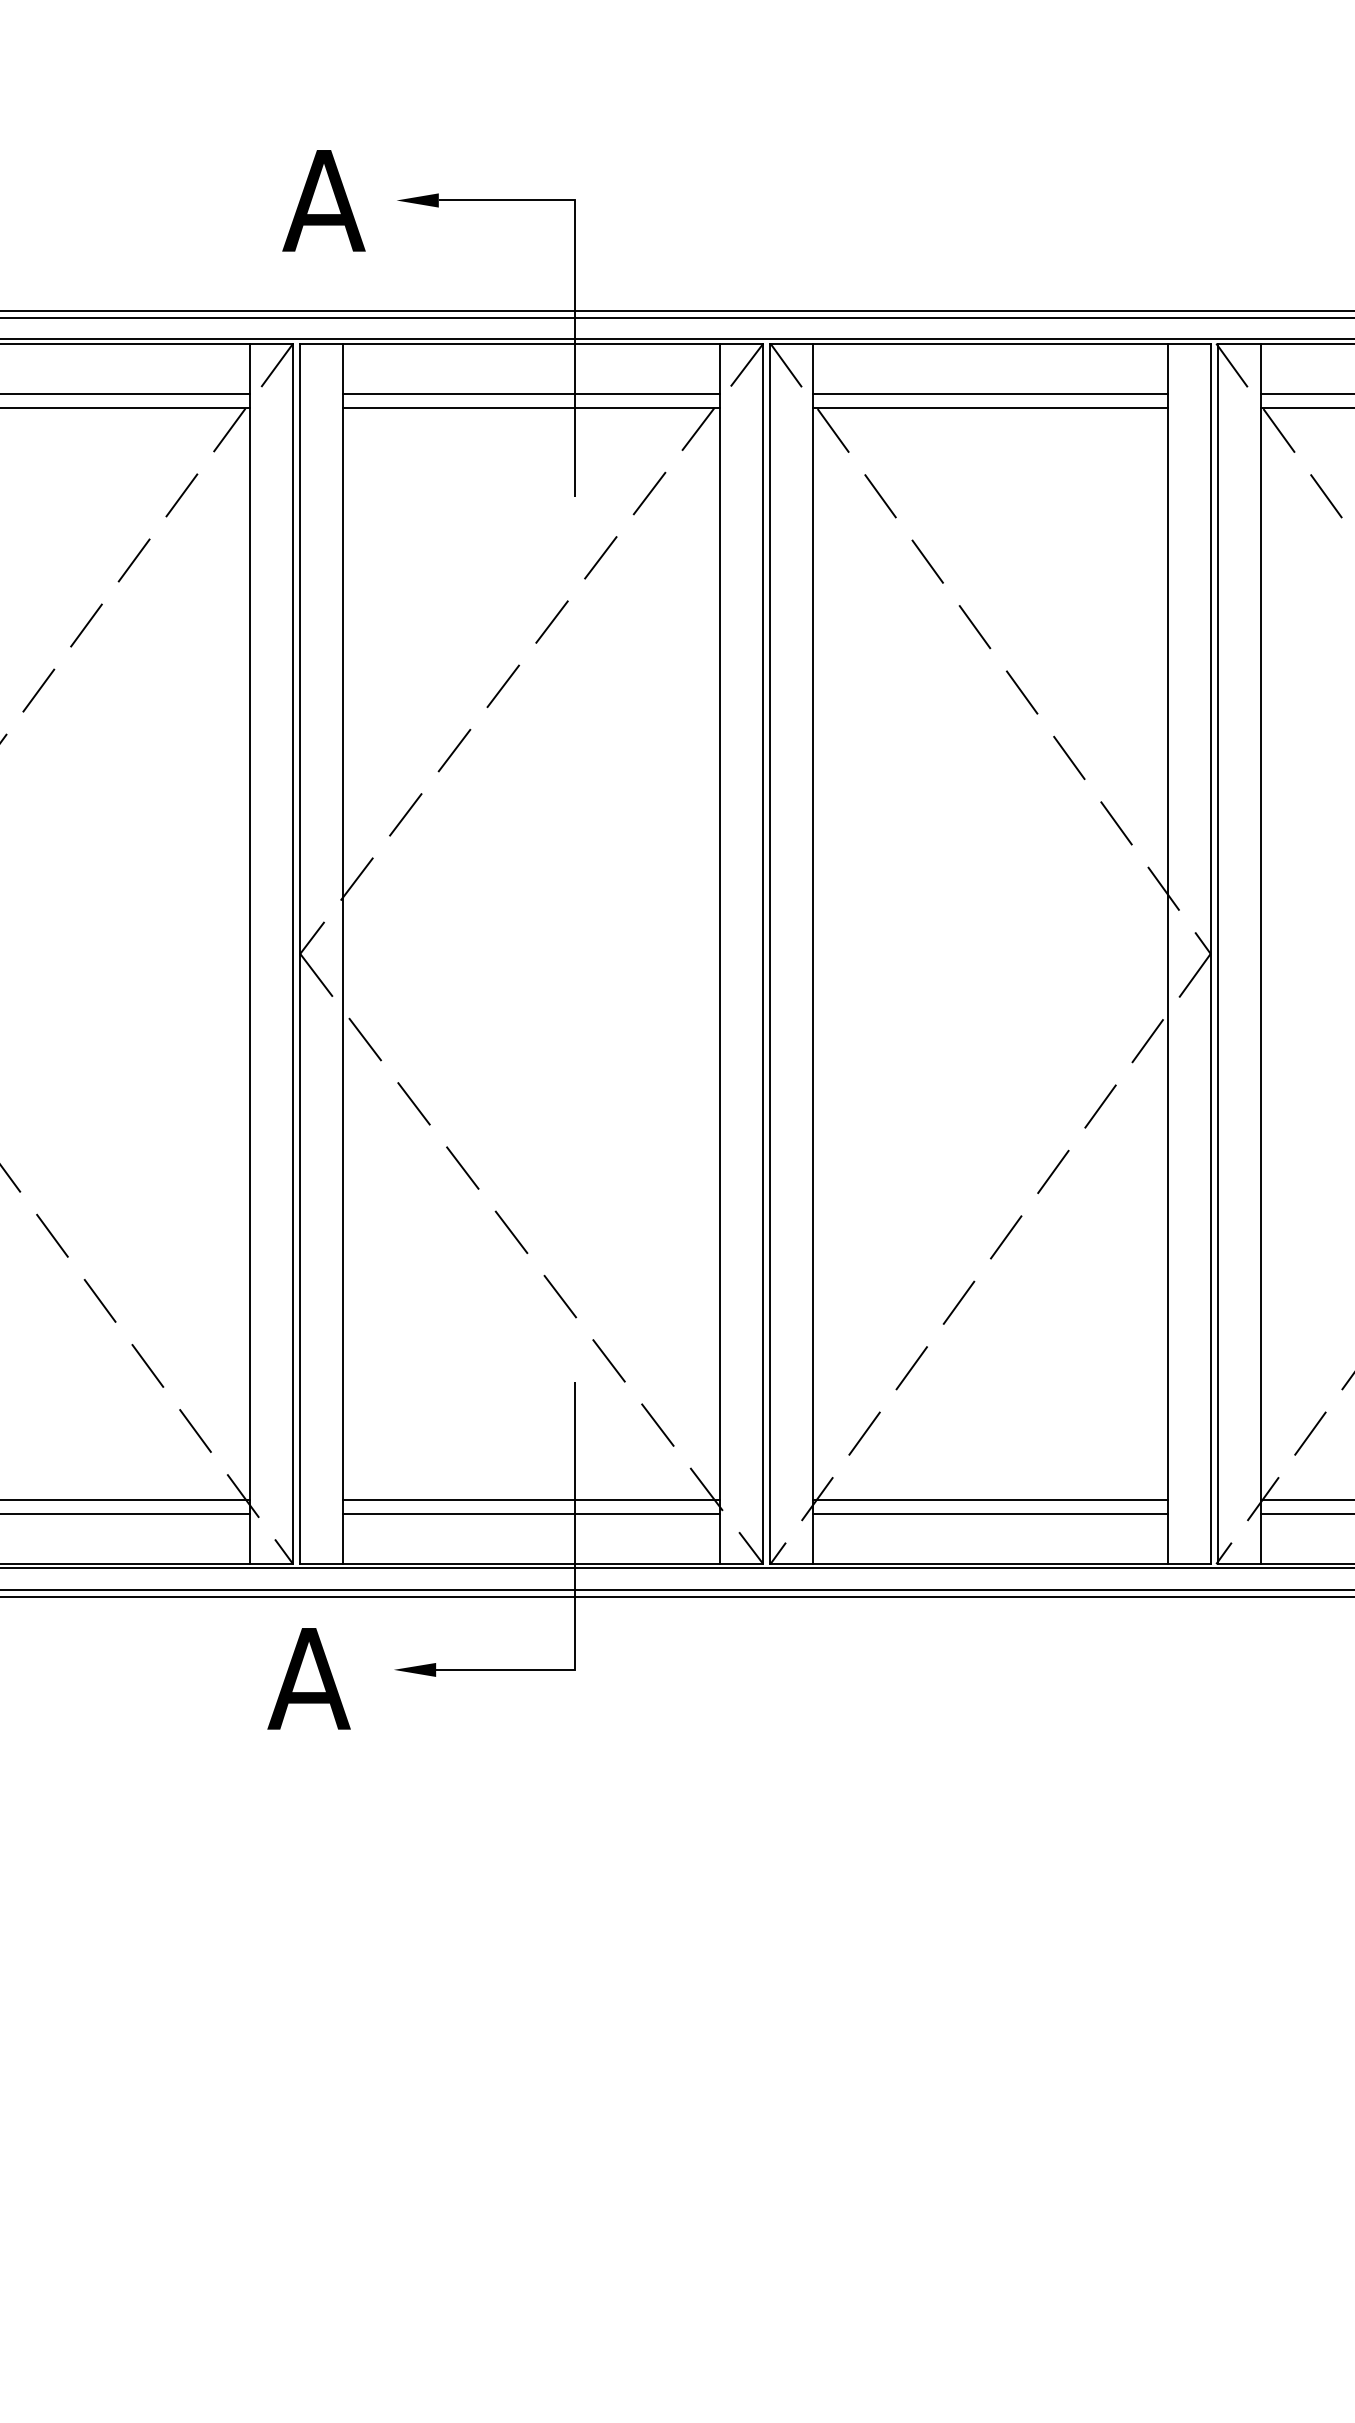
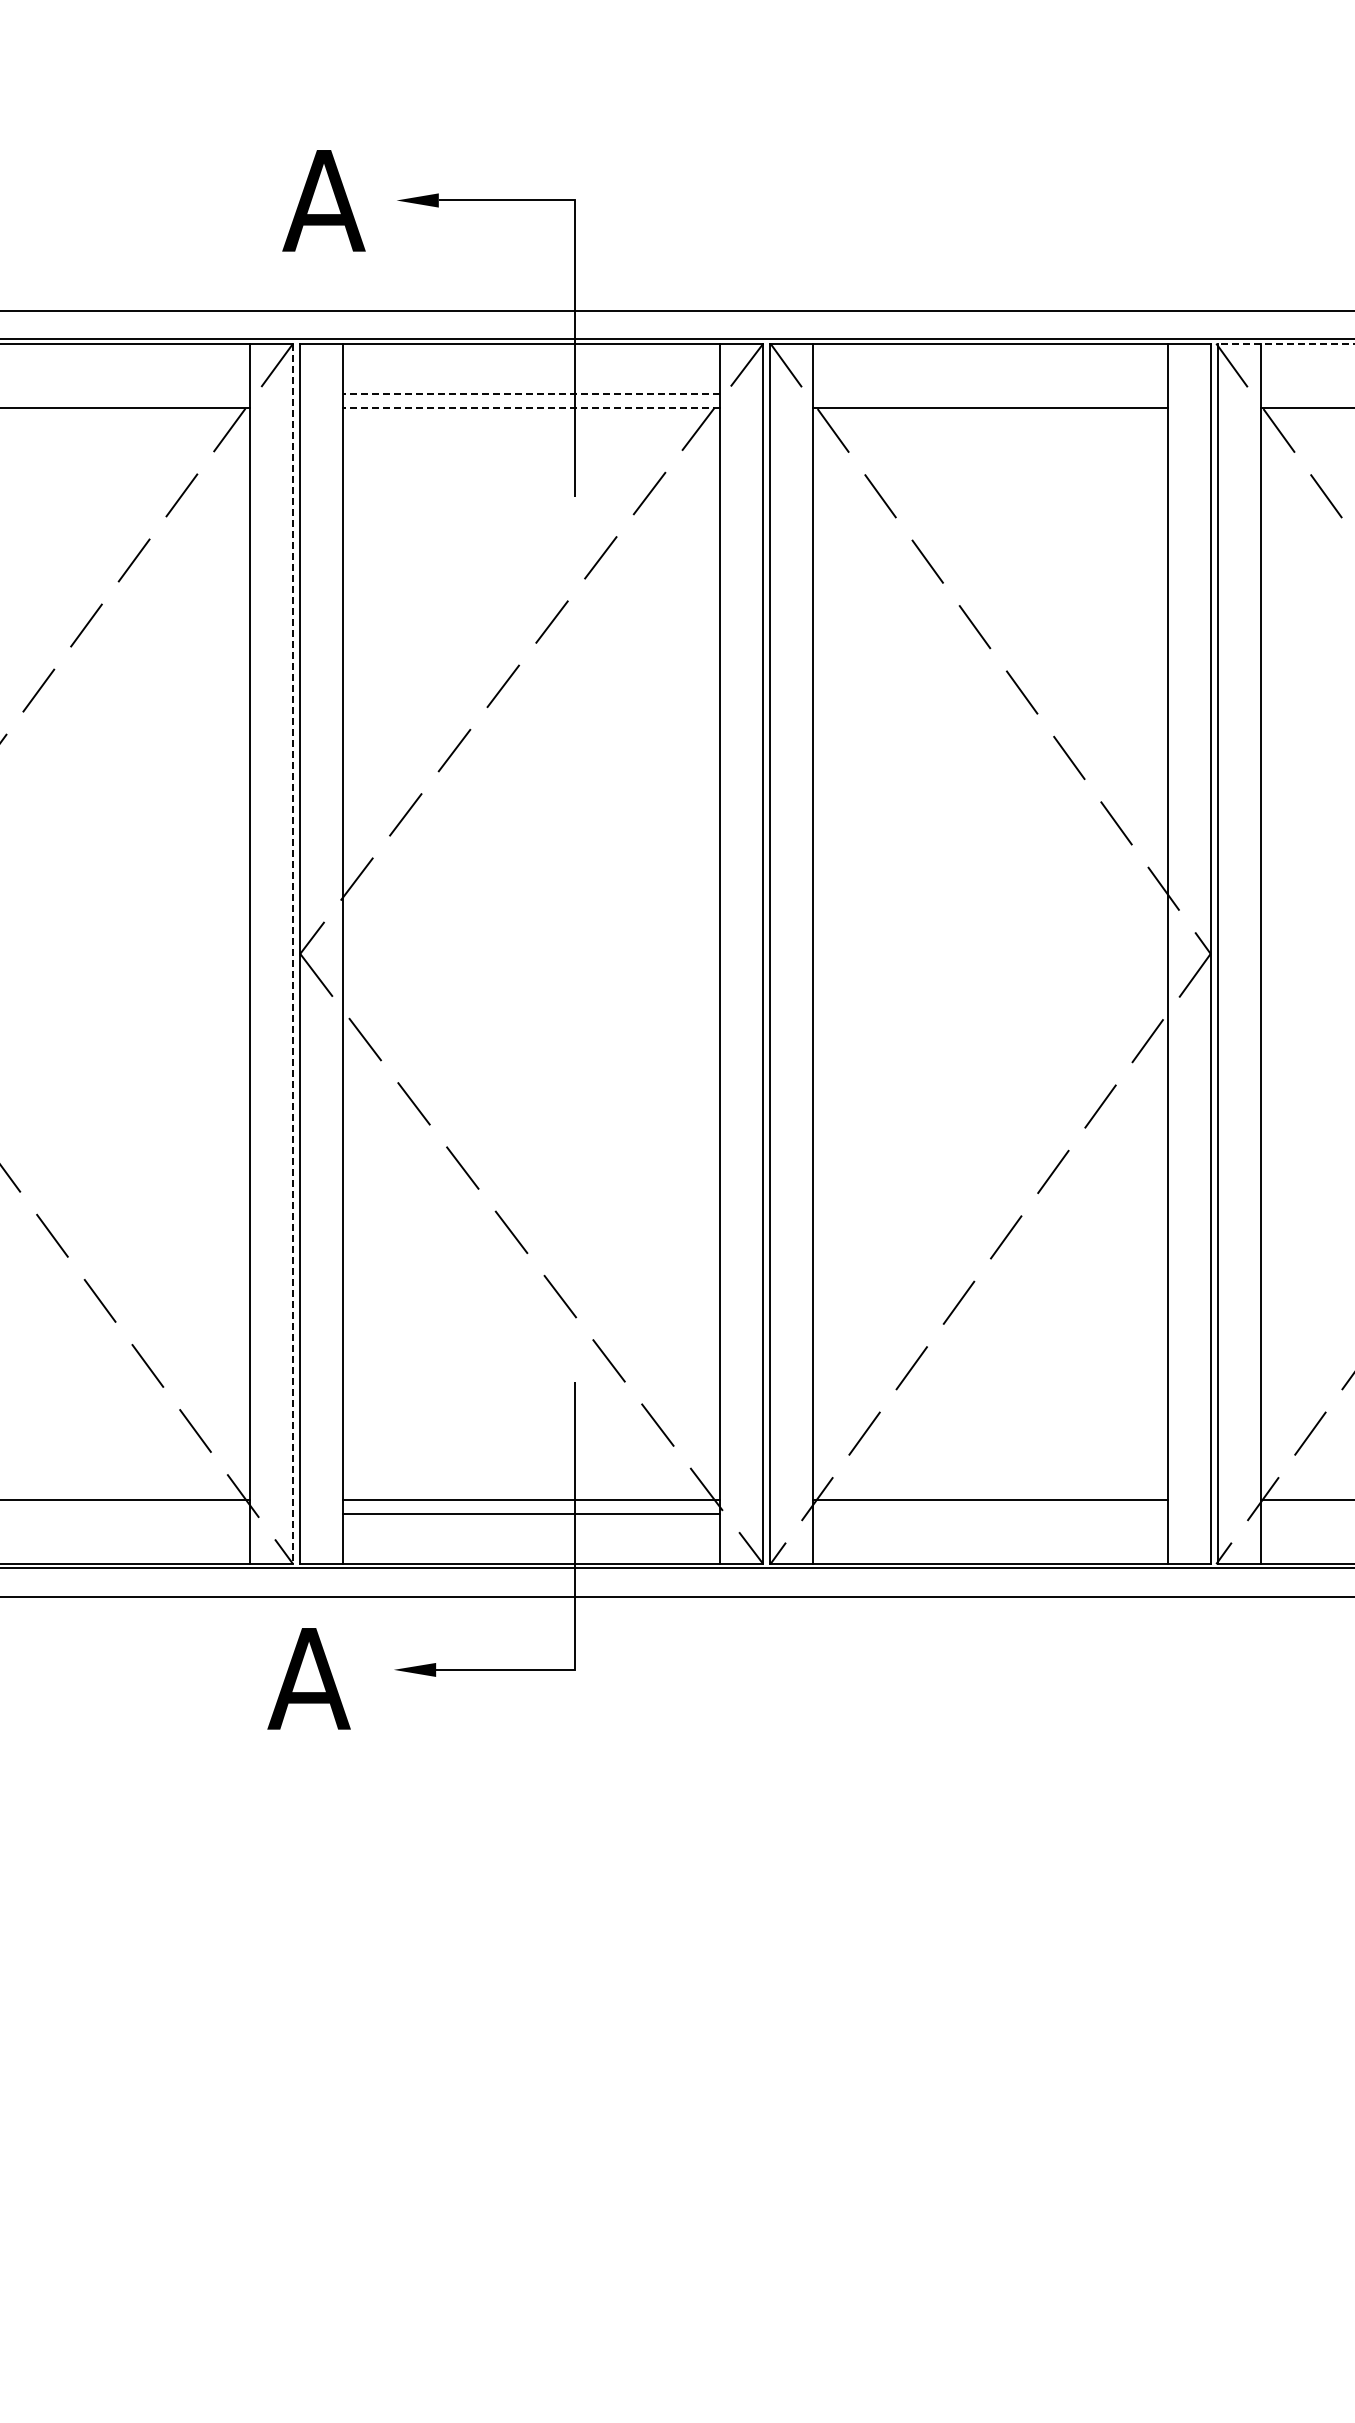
line at (676, 317): present -> none
line at (1285, 343): solid -> dashed
line at (126, 393): present -> none
line at (531, 393): solid -> dashed
line at (990, 393): present -> none
line at (1305, 393): present -> none
line at (531, 407): solid -> dashed
line at (293, 954): solid -> dashed
line at (126, 1514): present -> none
line at (990, 1514): present -> none
line at (1305, 1514): present -> none
line at (676, 1589): present -> none
